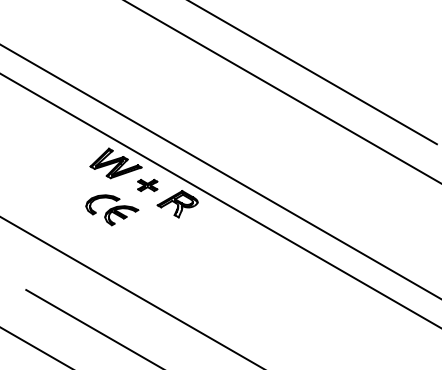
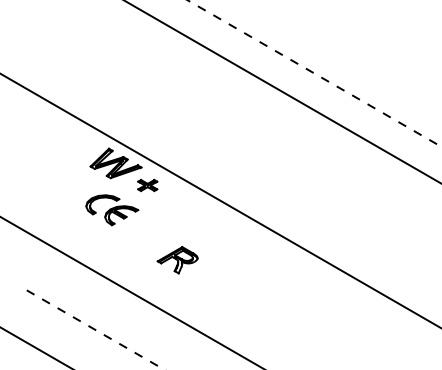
line at (312, 72): solid -> dashed
line at (220, 171): present -> none
part at (177, 204) position: (177, 204) -> (177, 260)
line at (95, 329): solid -> dashed
